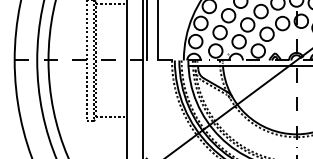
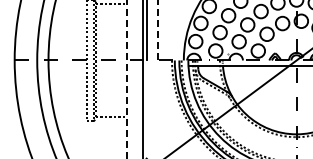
line at (157, 29): solid -> dashed
line at (127, 79): solid -> dashed
